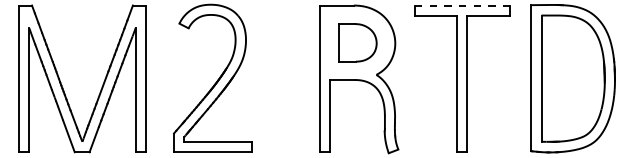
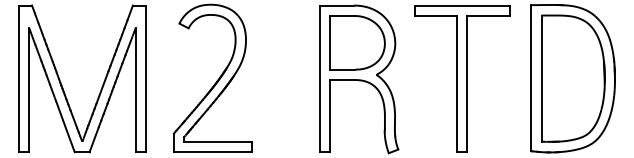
line at (462, 5): dashed -> solid
part at (357, 42) size: 40x40 px -> 57x56 px
